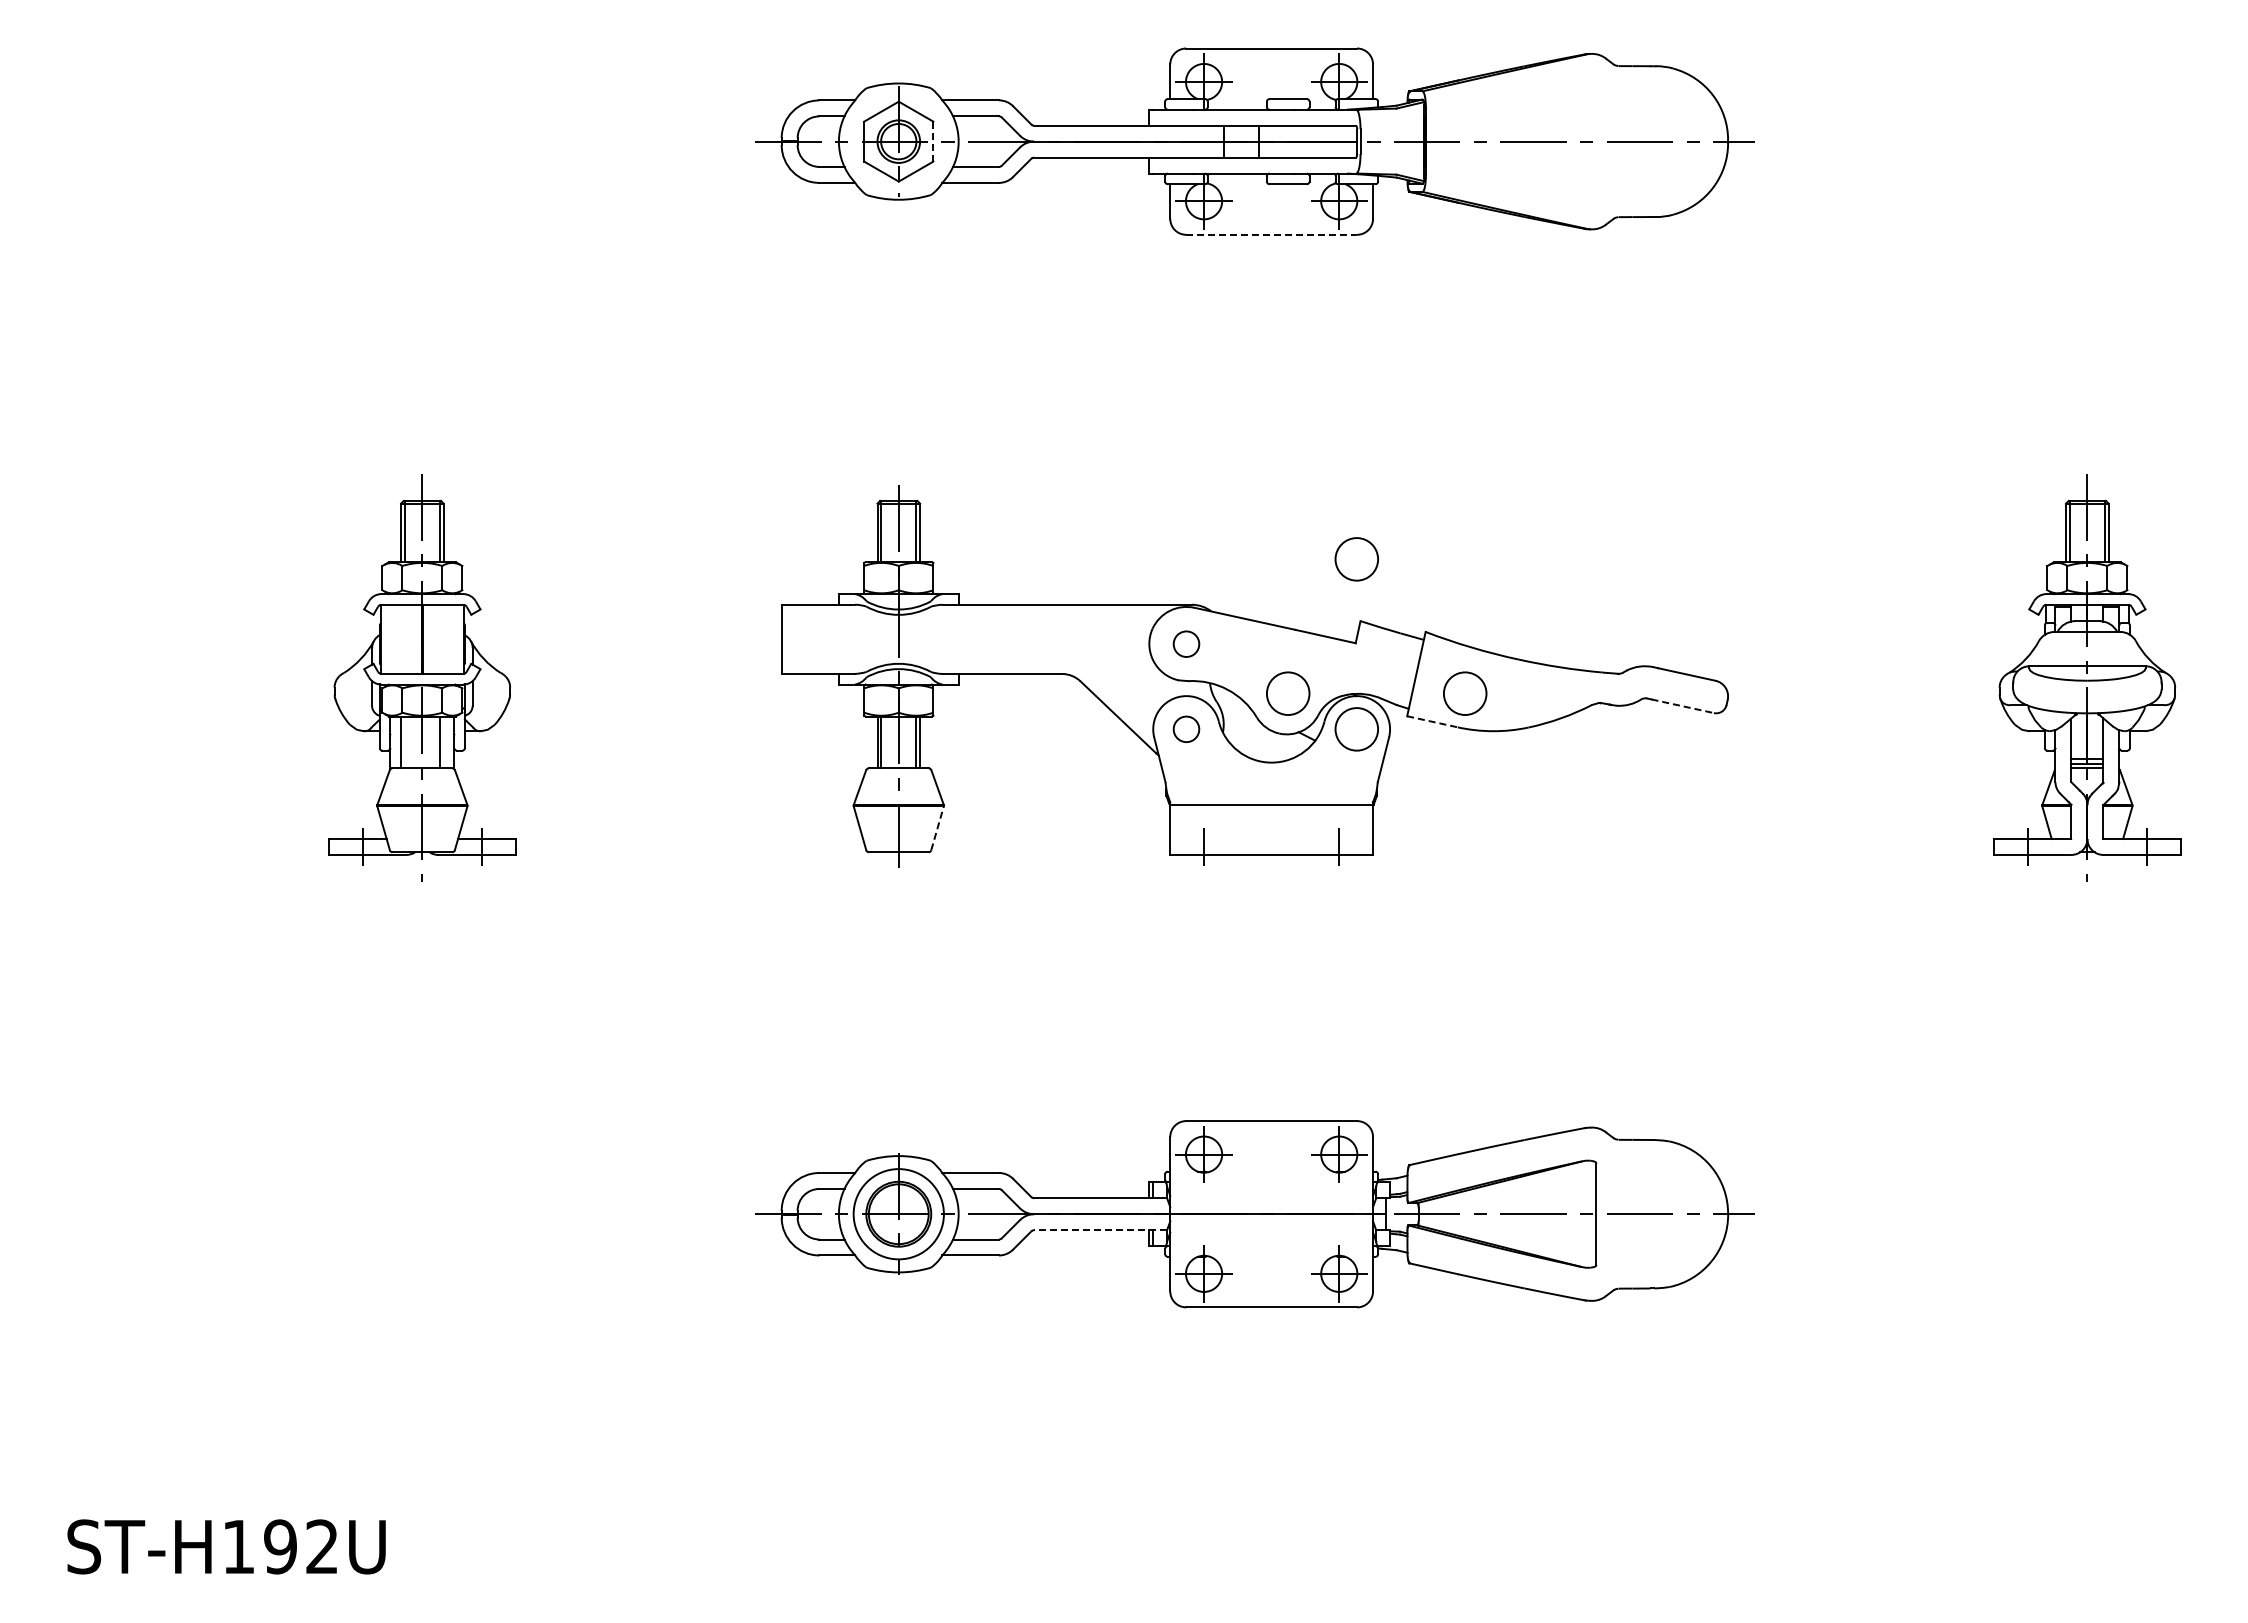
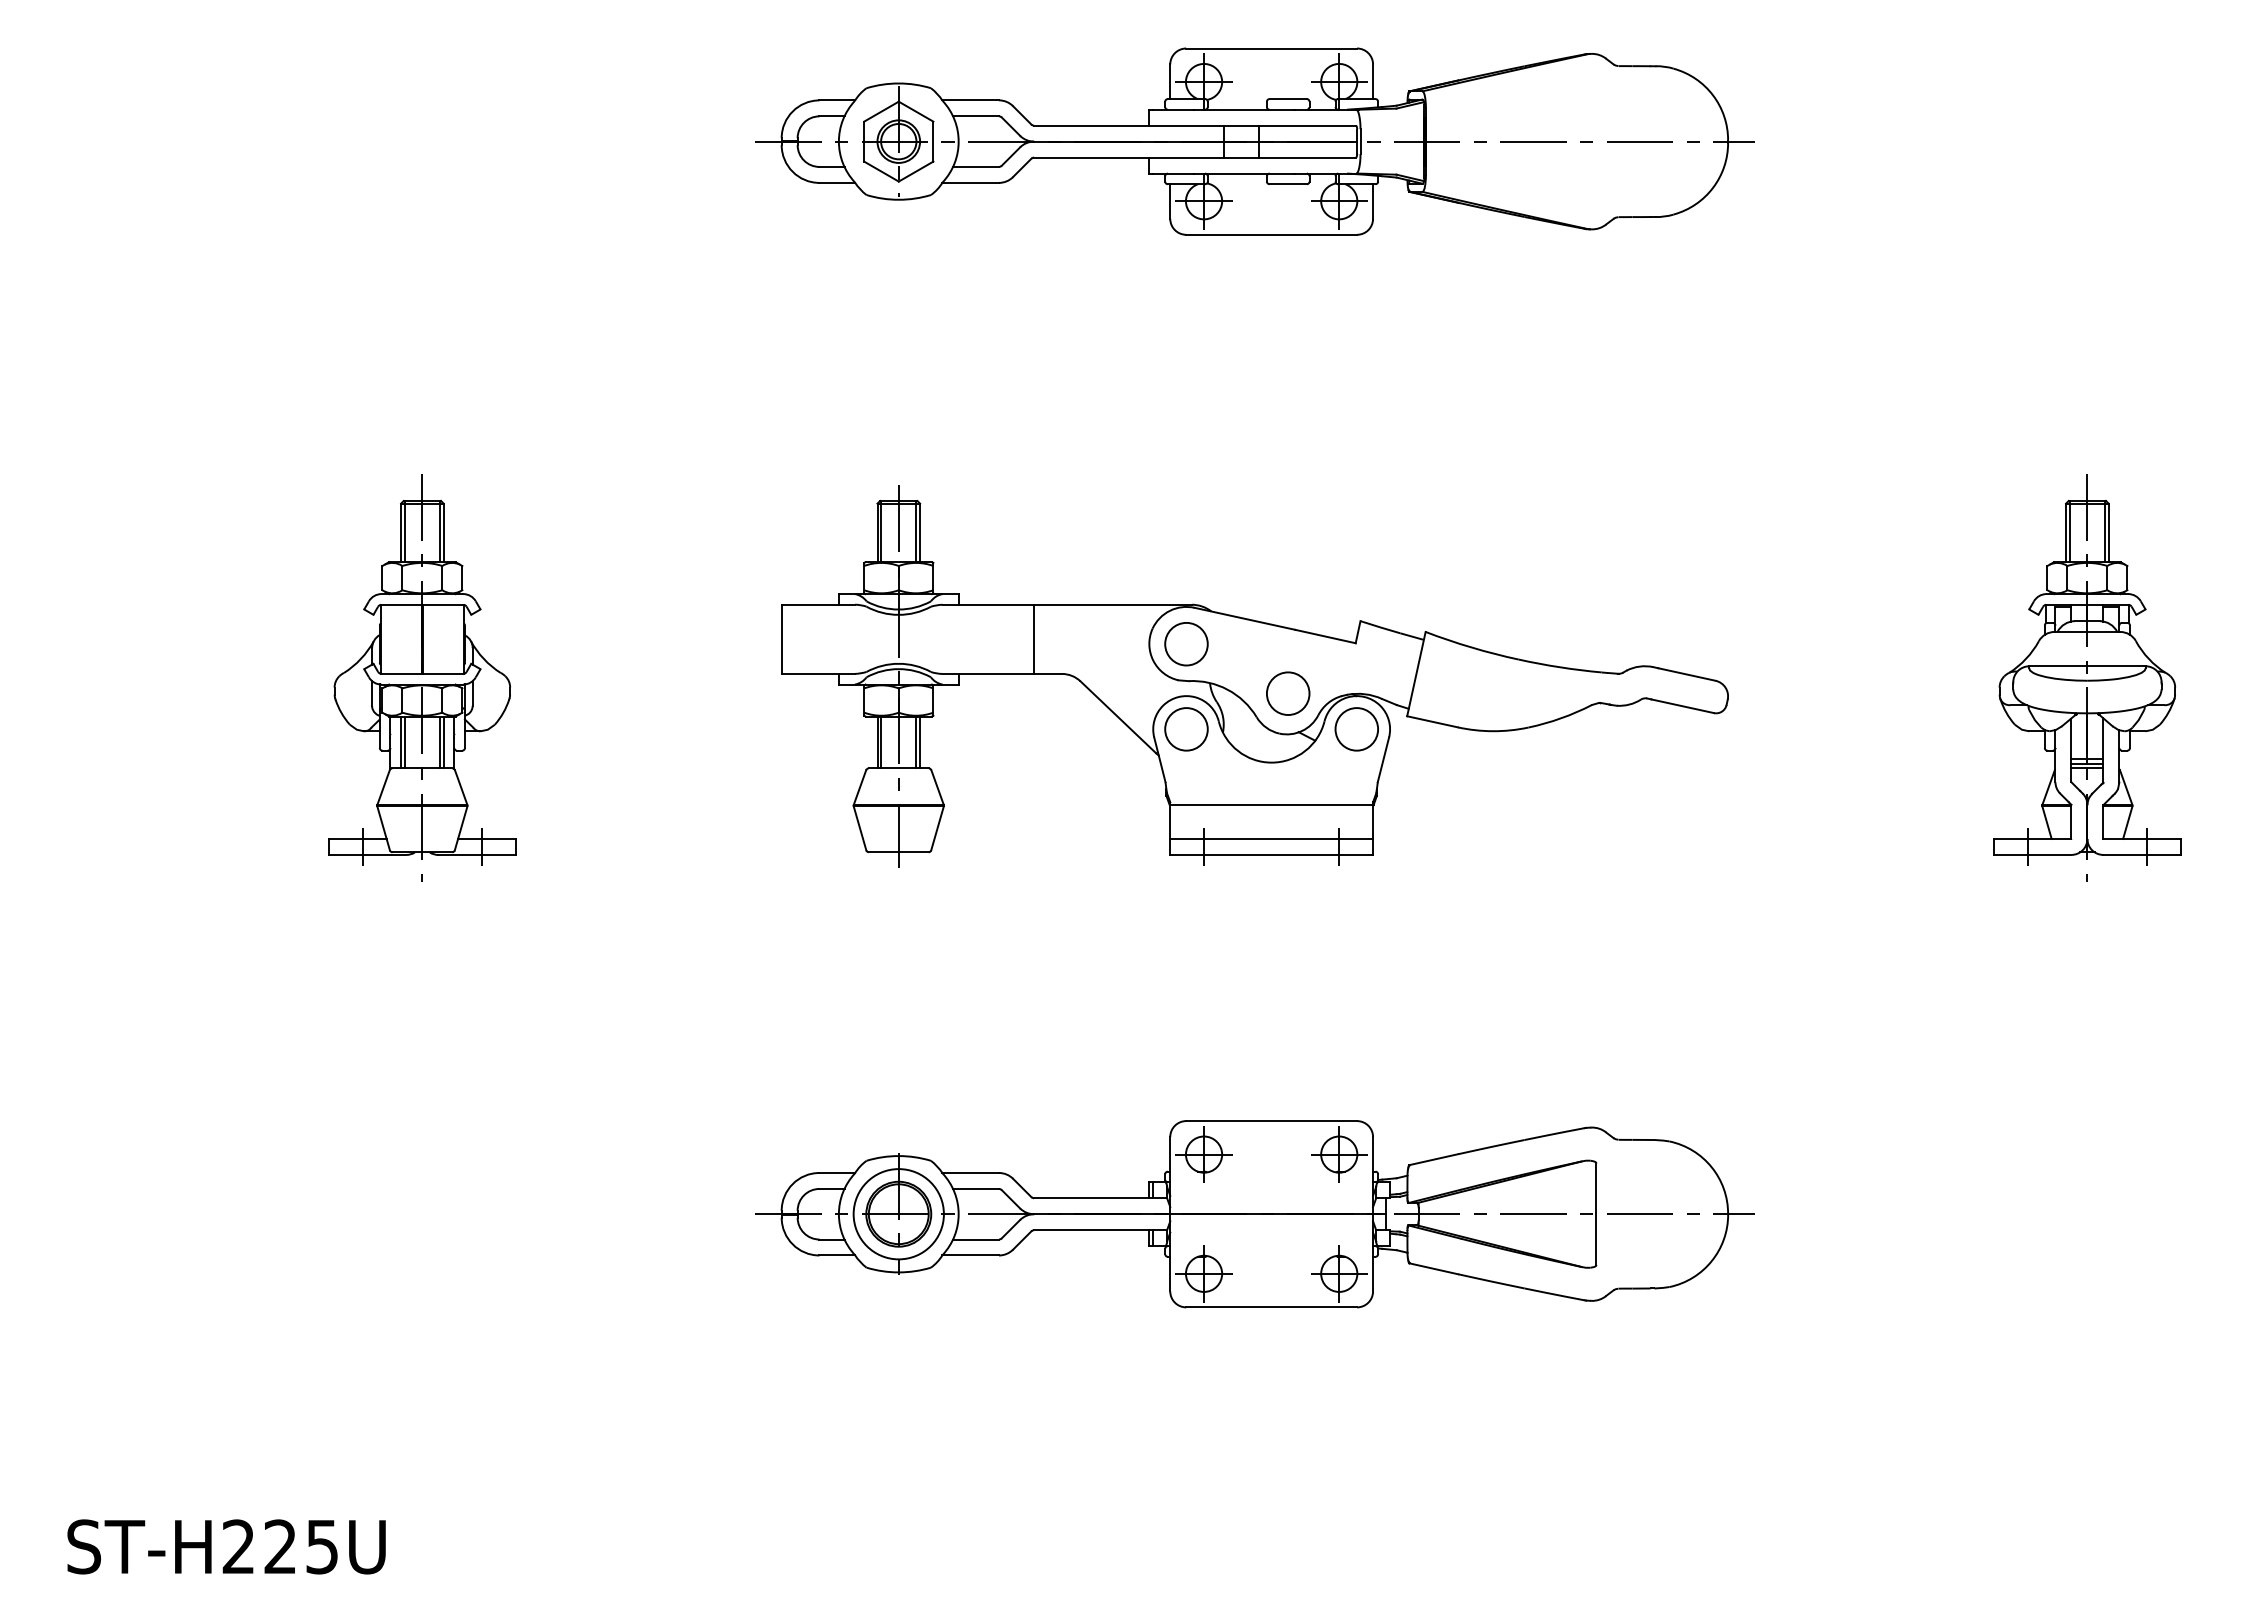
line at (933, 141): dashed -> solid
line at (1272, 234): dashed -> solid
circle at (1356, 559): present -> none
line at (1034, 638): none -> present
circle at (1186, 643) diameter: 26 px -> 43 px
circle at (1465, 693): present -> none
line at (1682, 706): dashed -> solid
line at (1432, 721): dashed -> solid
circle at (1186, 729) diameter: 26 px -> 43 px
line at (404, 742): none -> present
line at (443, 742): none -> present
line at (937, 828): dashed -> solid
line at (1271, 838): none -> present
line at (1100, 1230): dashed -> solid
text at (279, 1546): ST-H192U -> ST-H225U
